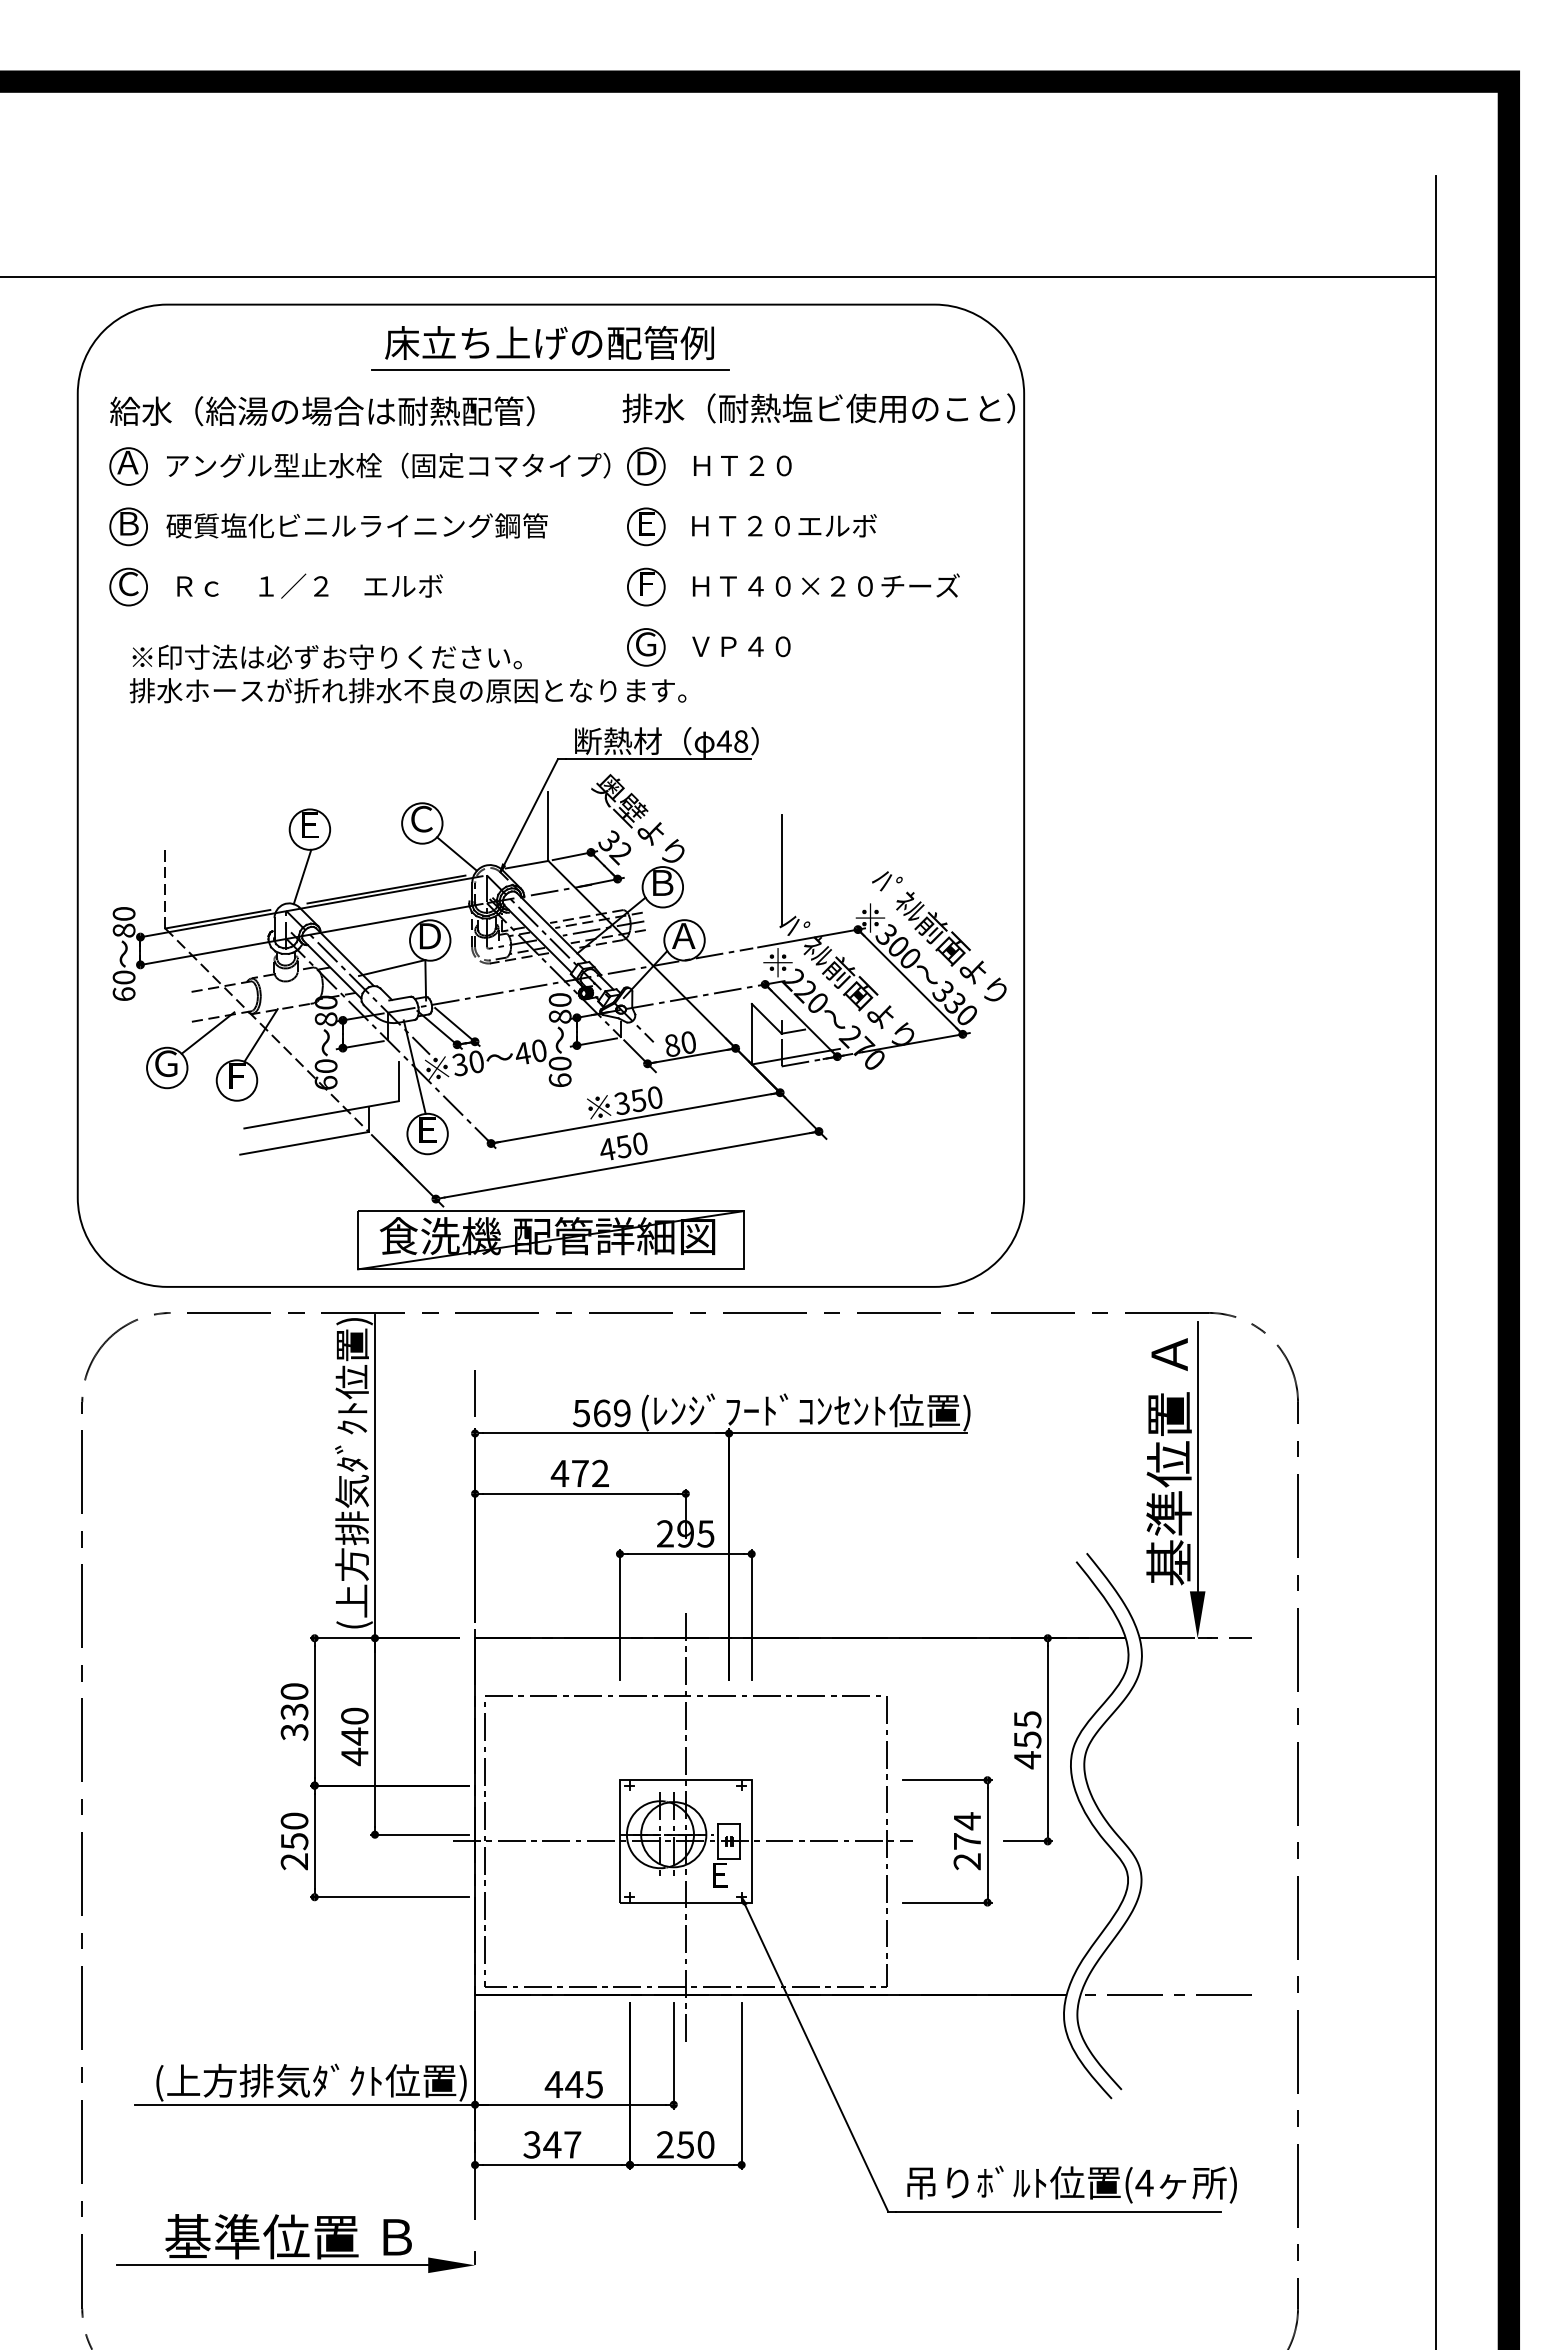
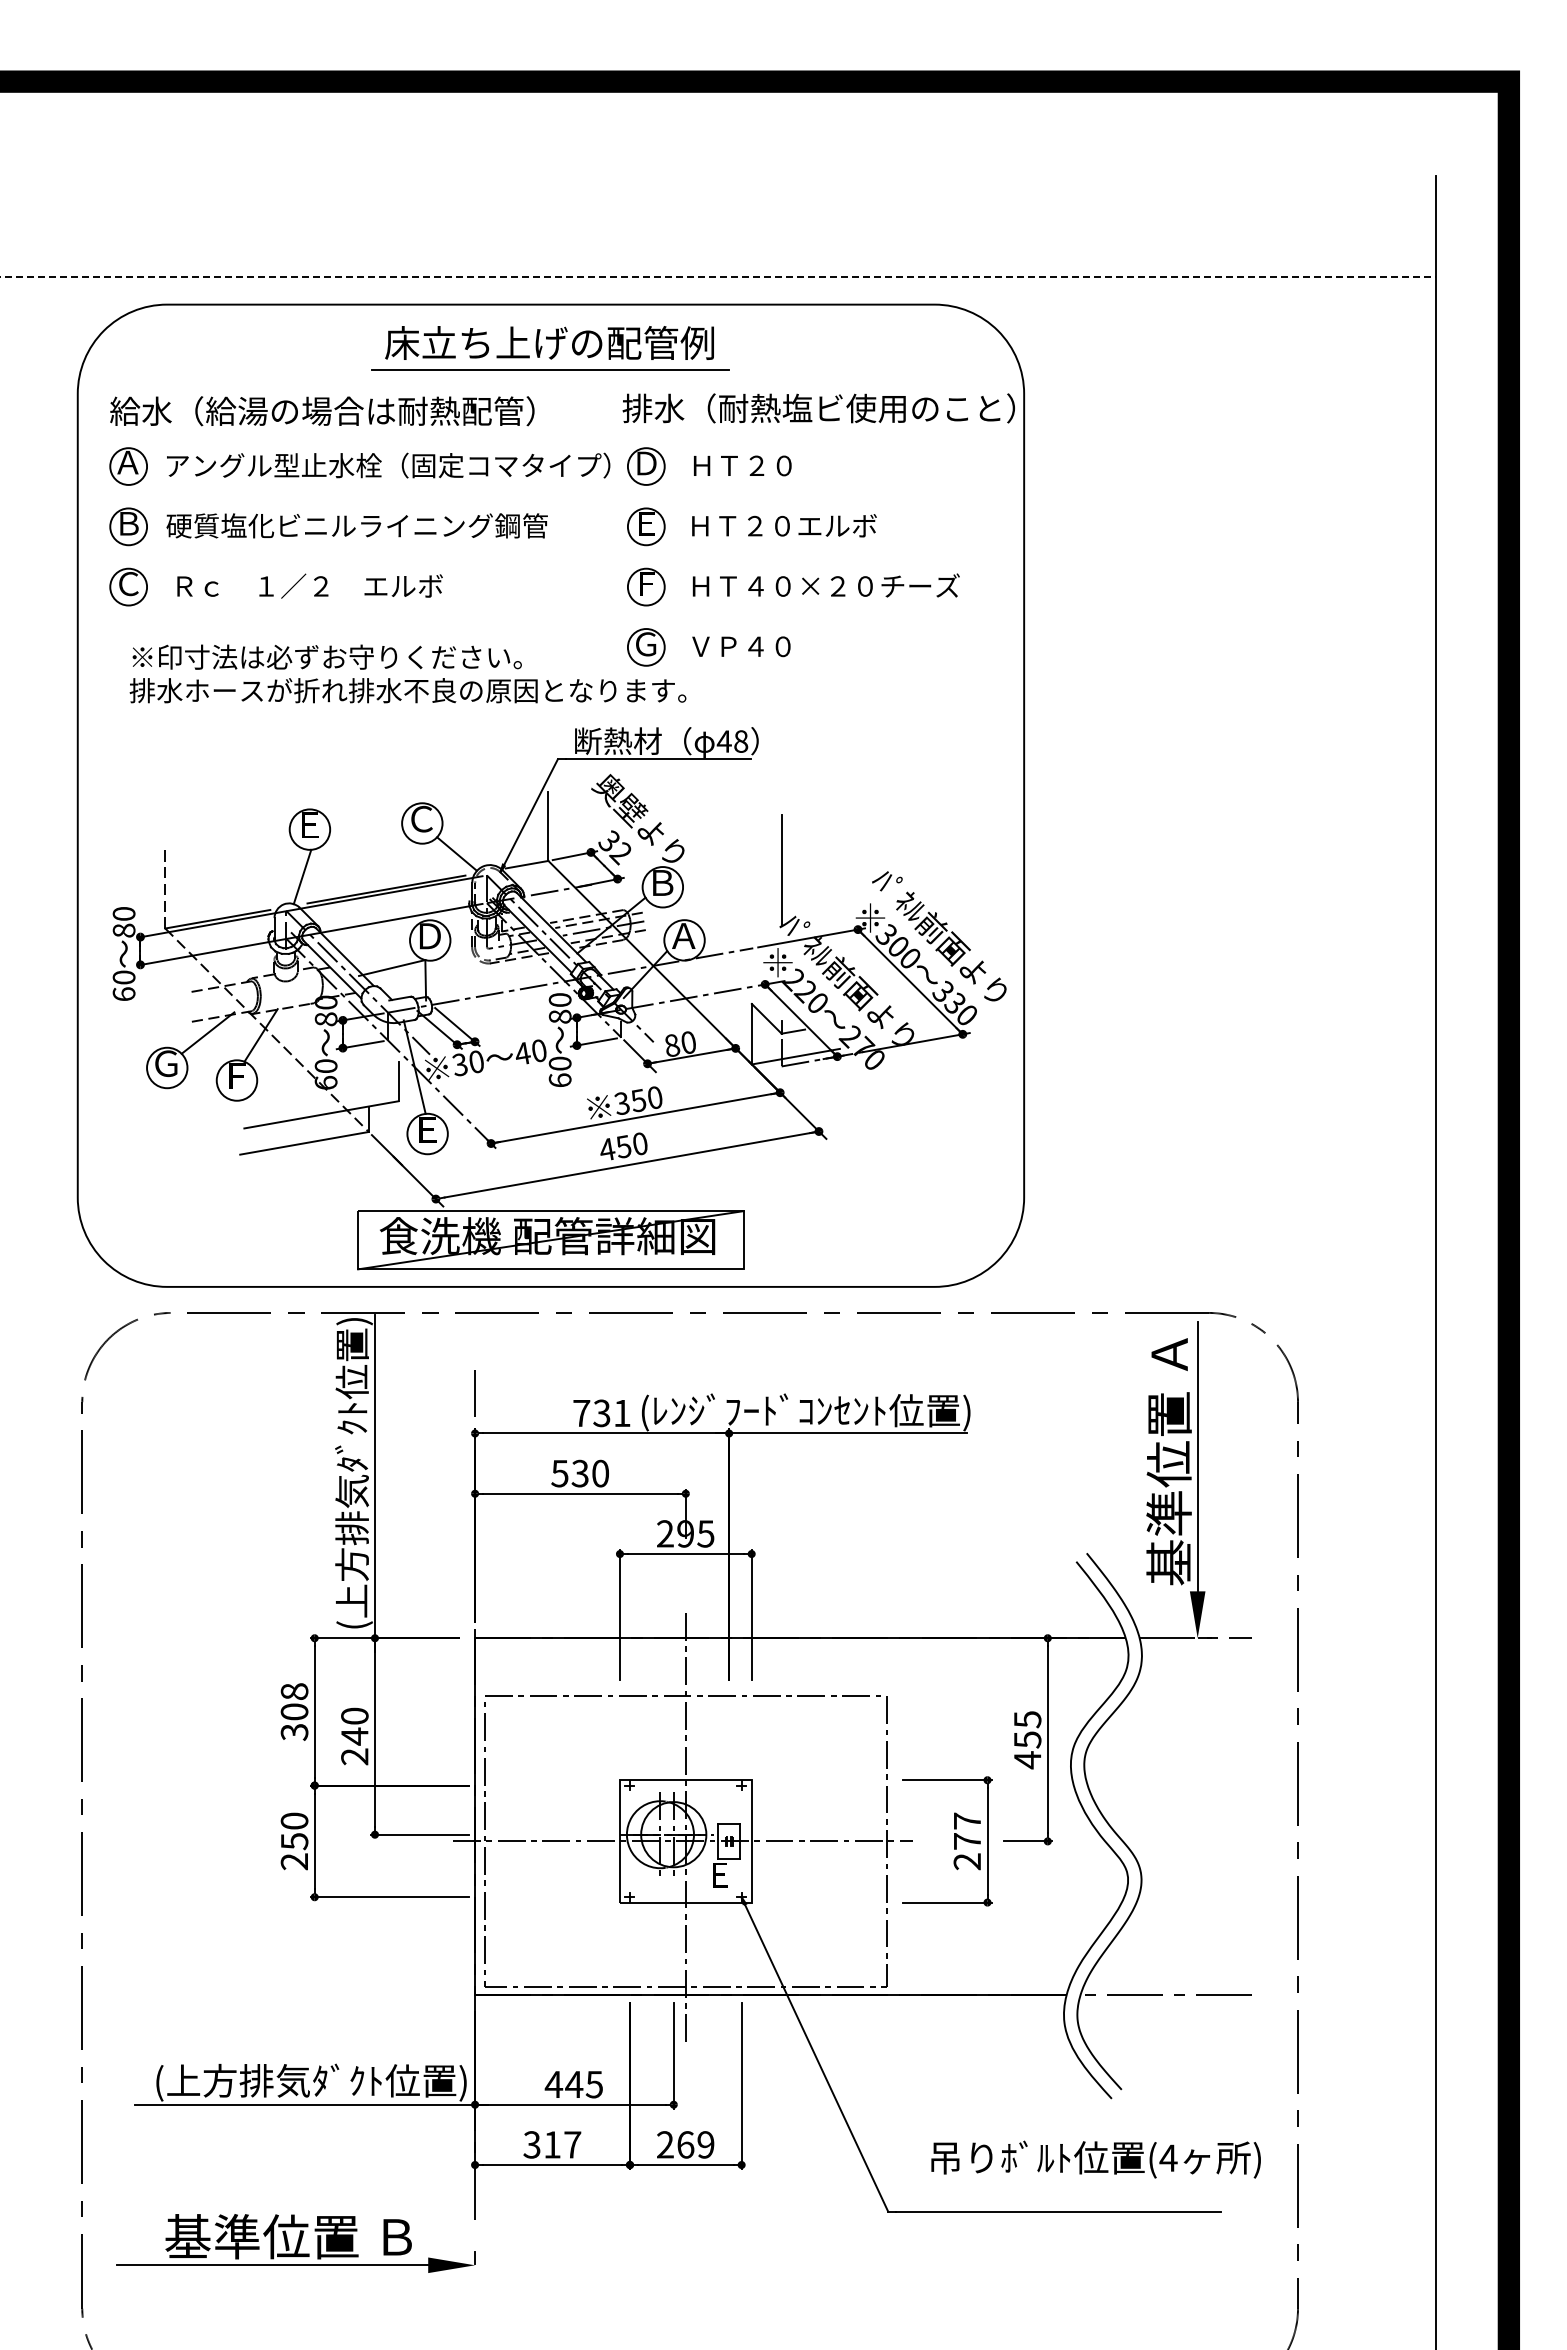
line at (718, 276): solid -> dashed
text at (601, 1413): 569 -> 731
text at (579, 1473): 472 -> 530
text at (294, 1701): 330 -> 308
text at (354, 1756): 440 -> 240
text at (967, 1821): 274 -> 277
text at (552, 2144): 347 -> 317
text at (695, 2144): 250 -> 269
text at (1071, 2184) position: (1071, 2184) -> (1095, 2159)
